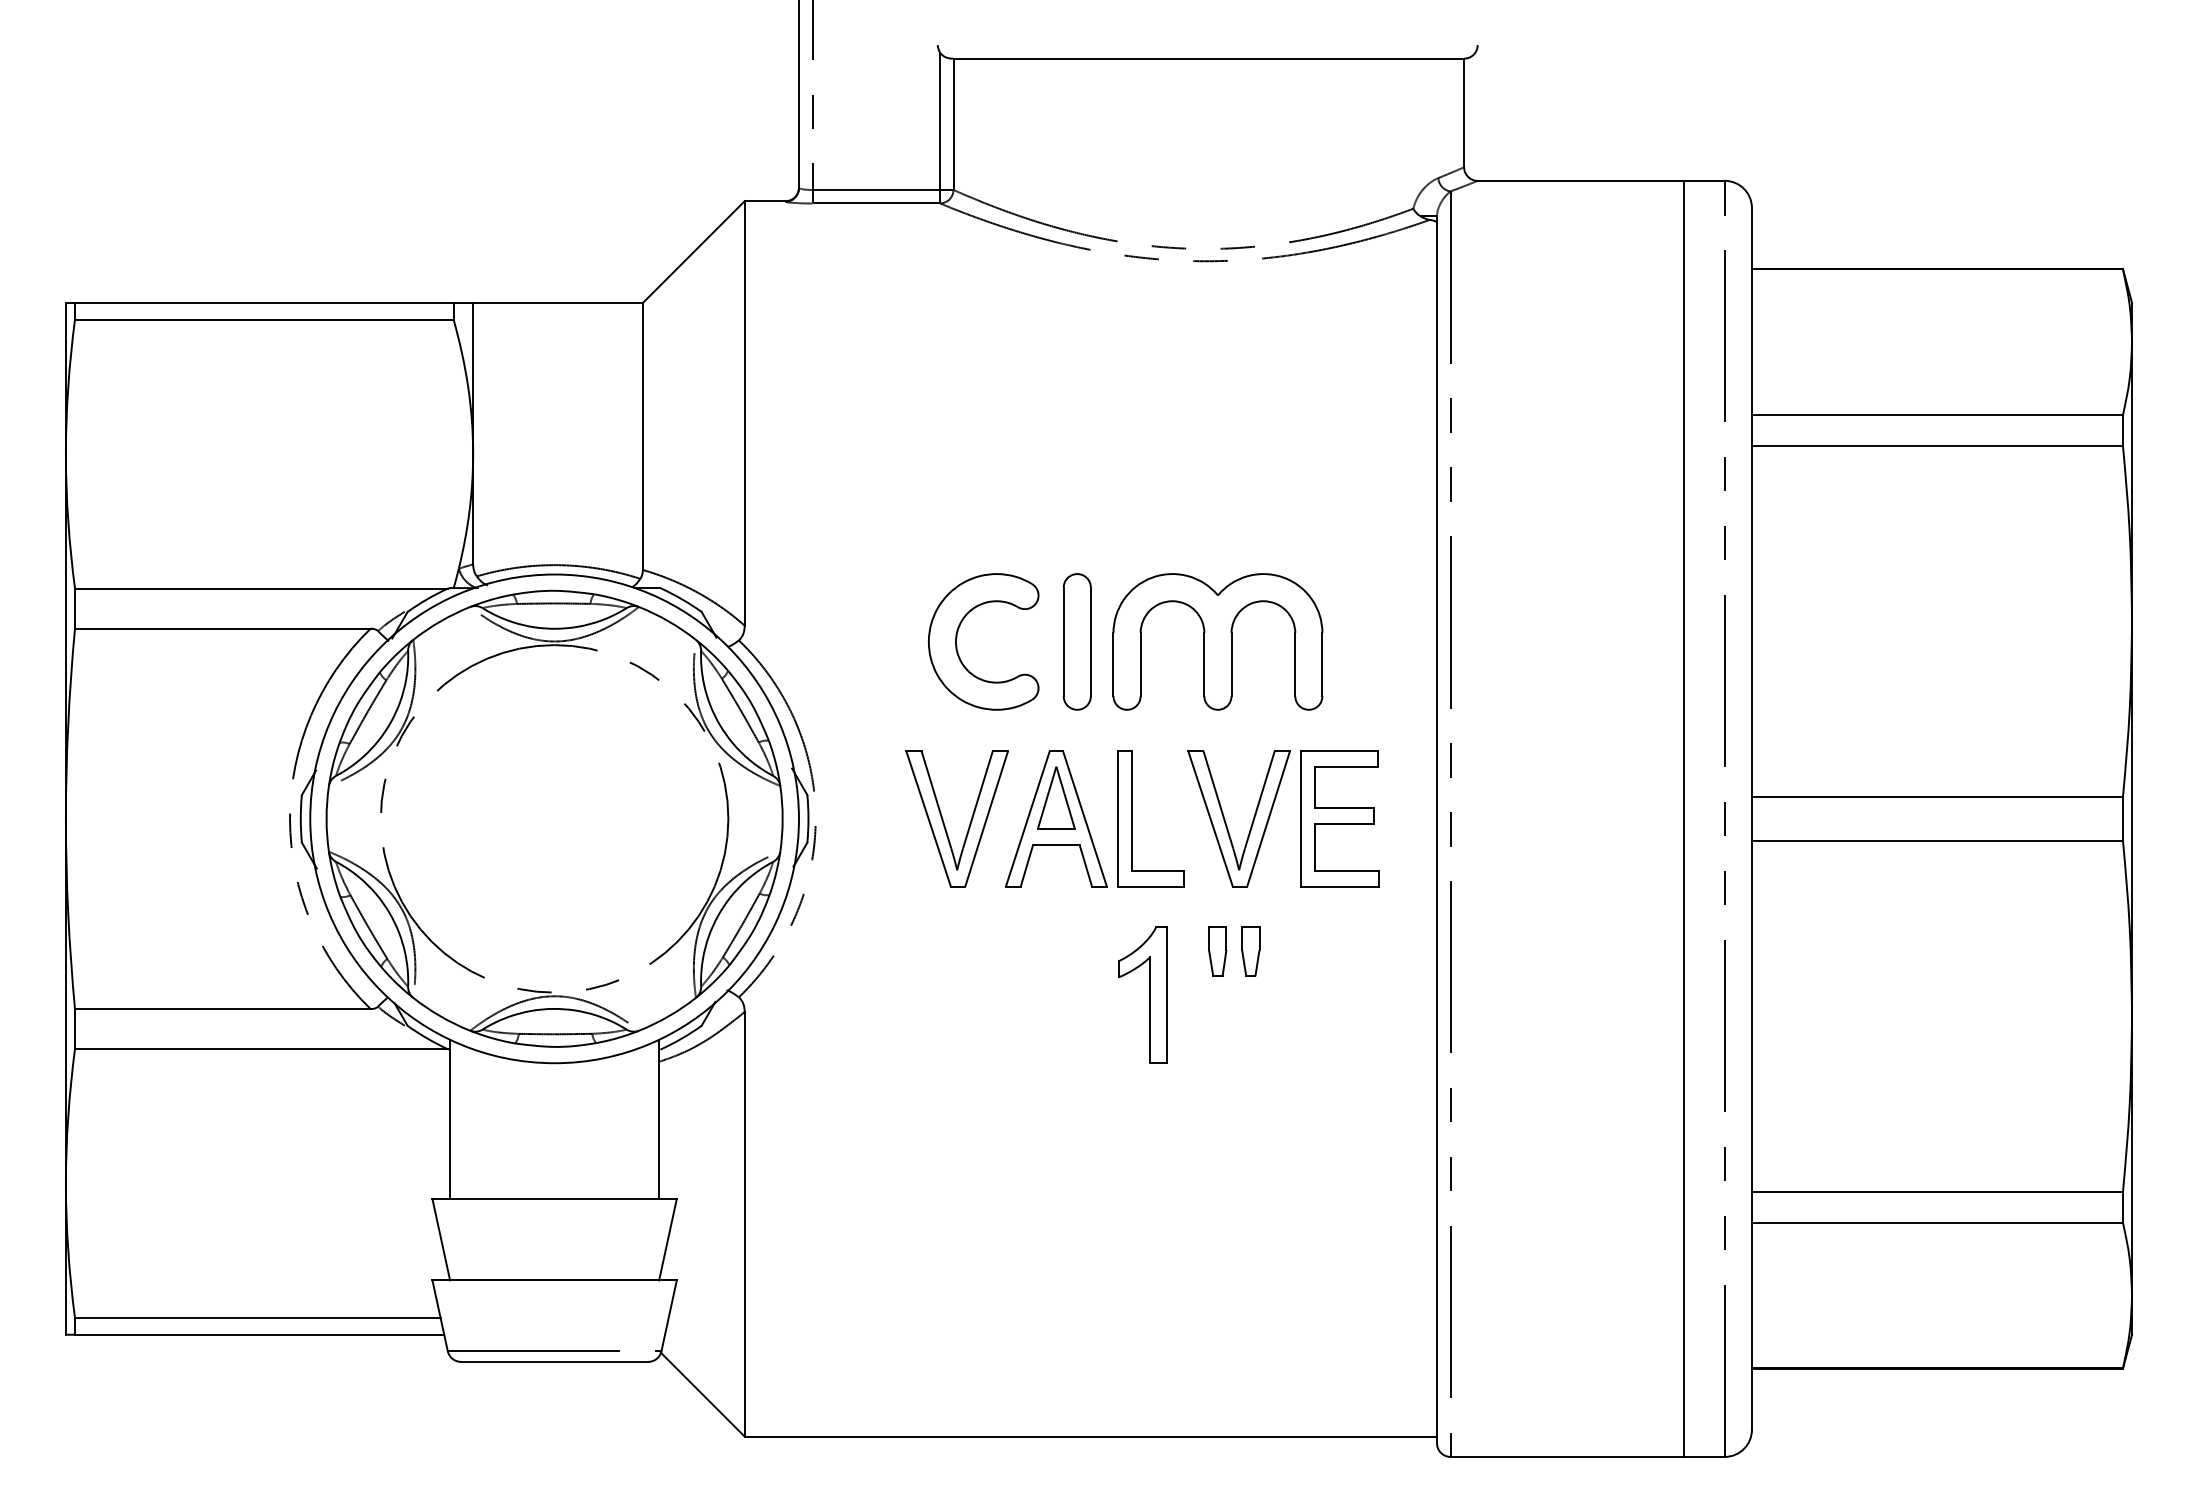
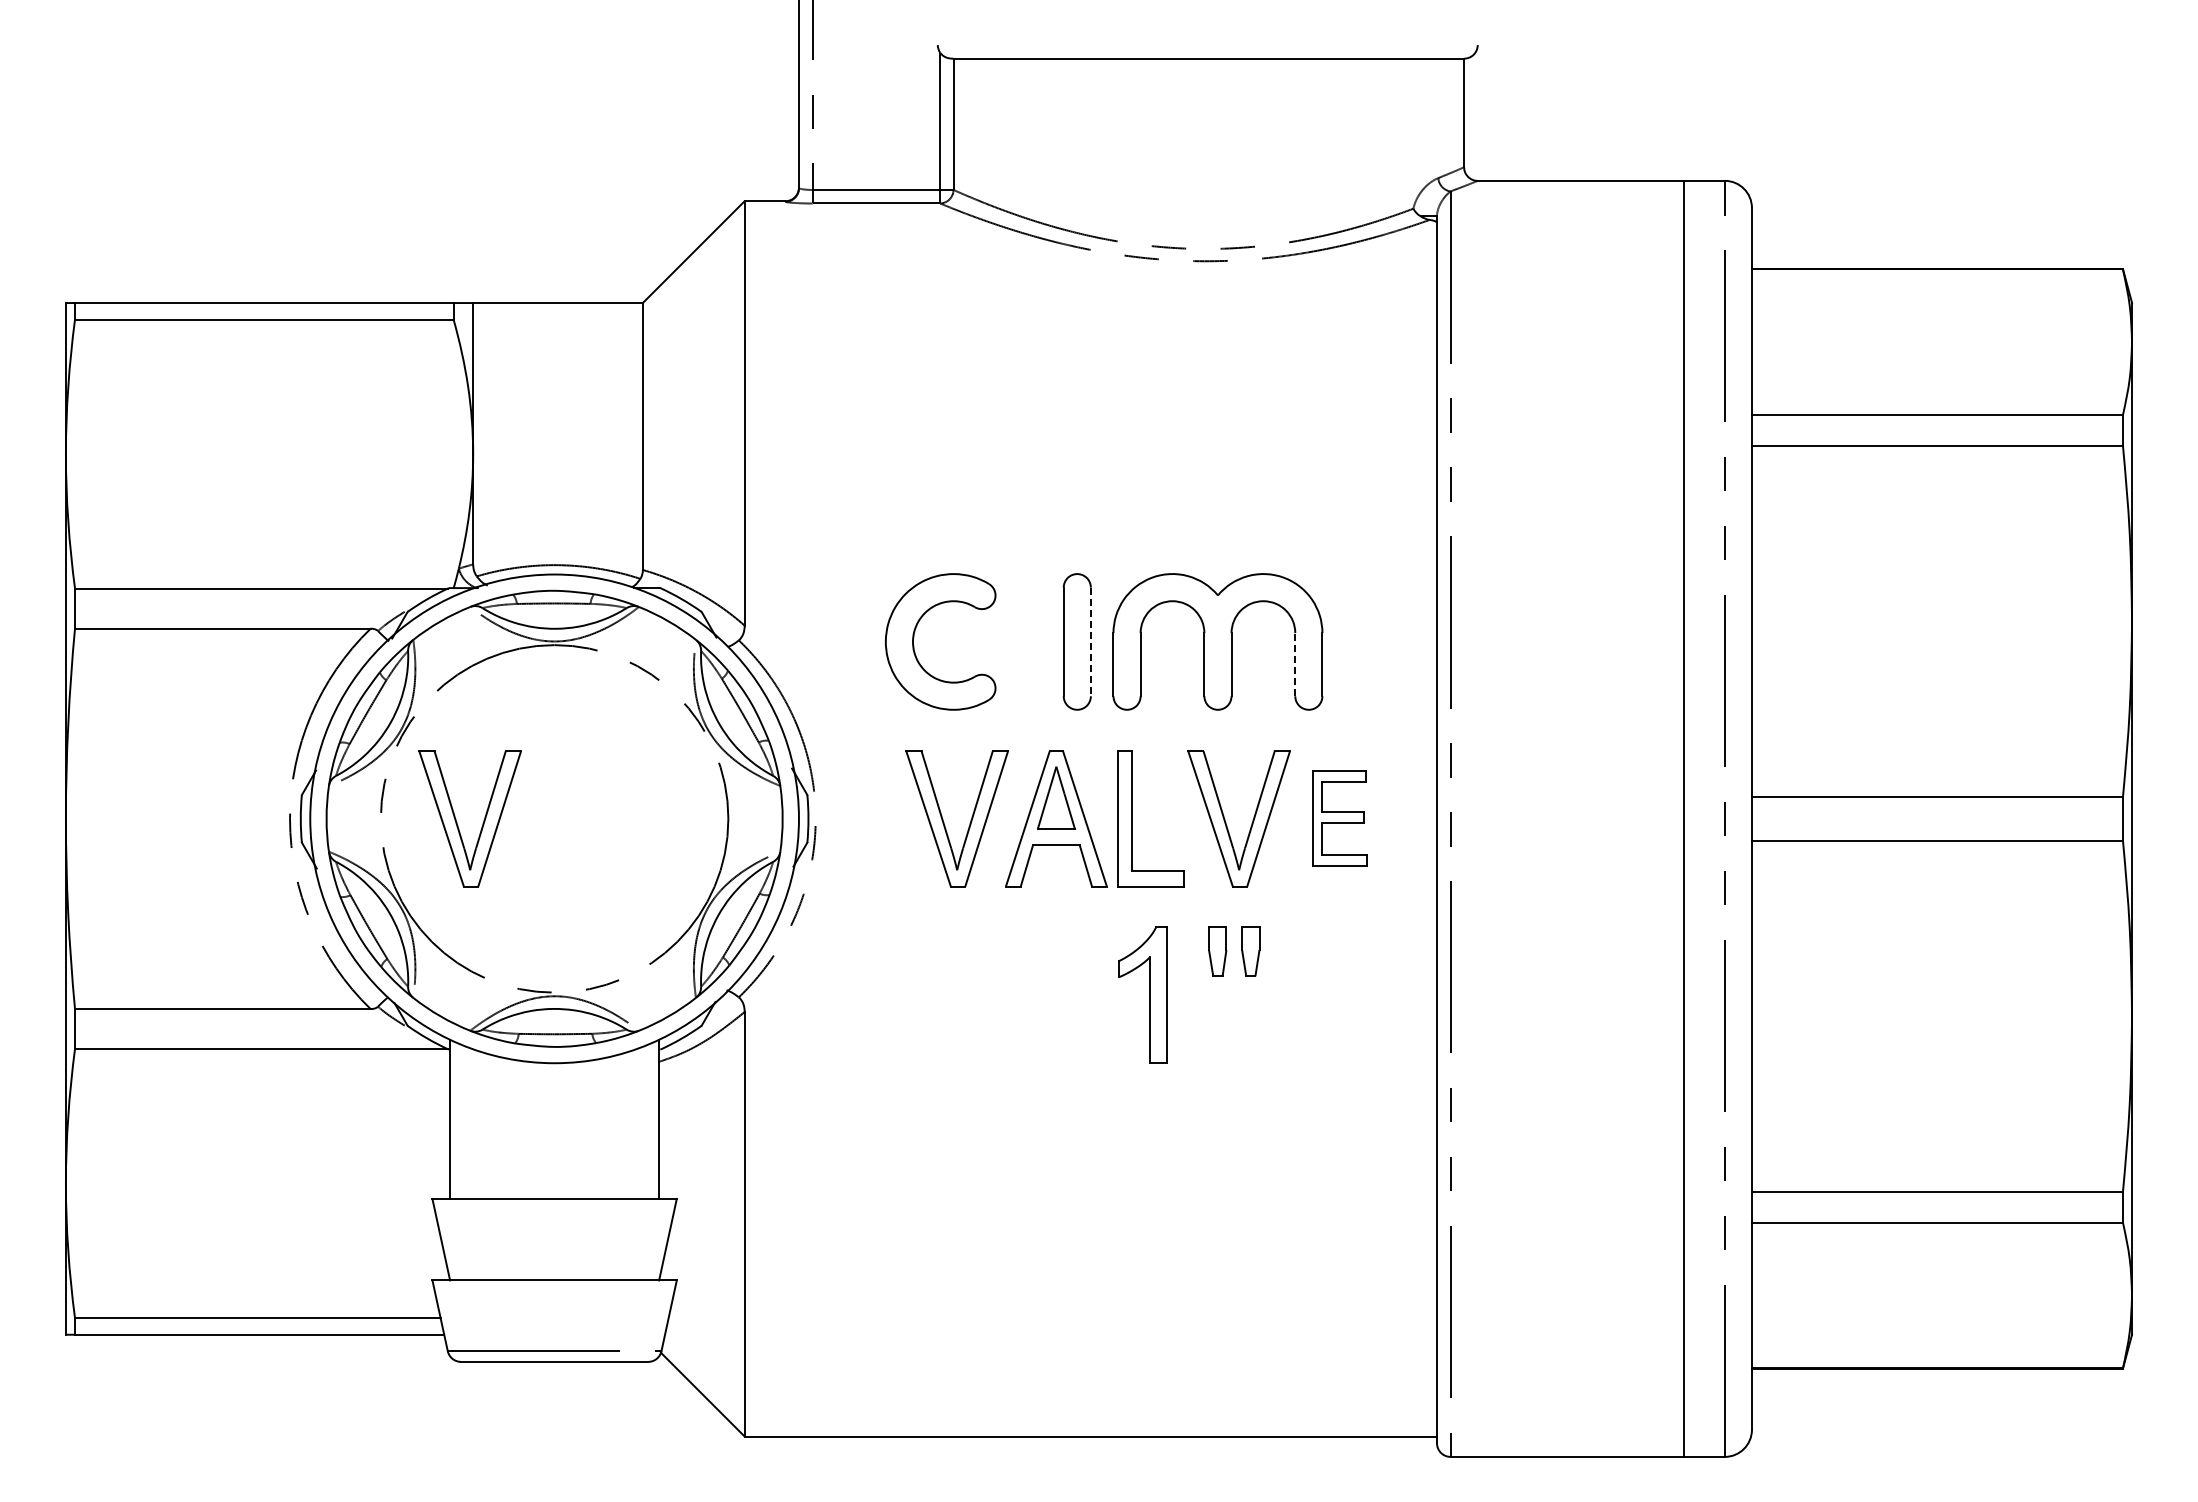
part at (957, 637) position: (957, 637) -> (914, 637)
line at (1090, 642): solid -> dashed
line at (1295, 664): solid -> dashed
part at (1339, 818) size: 80x138 px -> 56x97 px
part at (457, 822): none -> present
